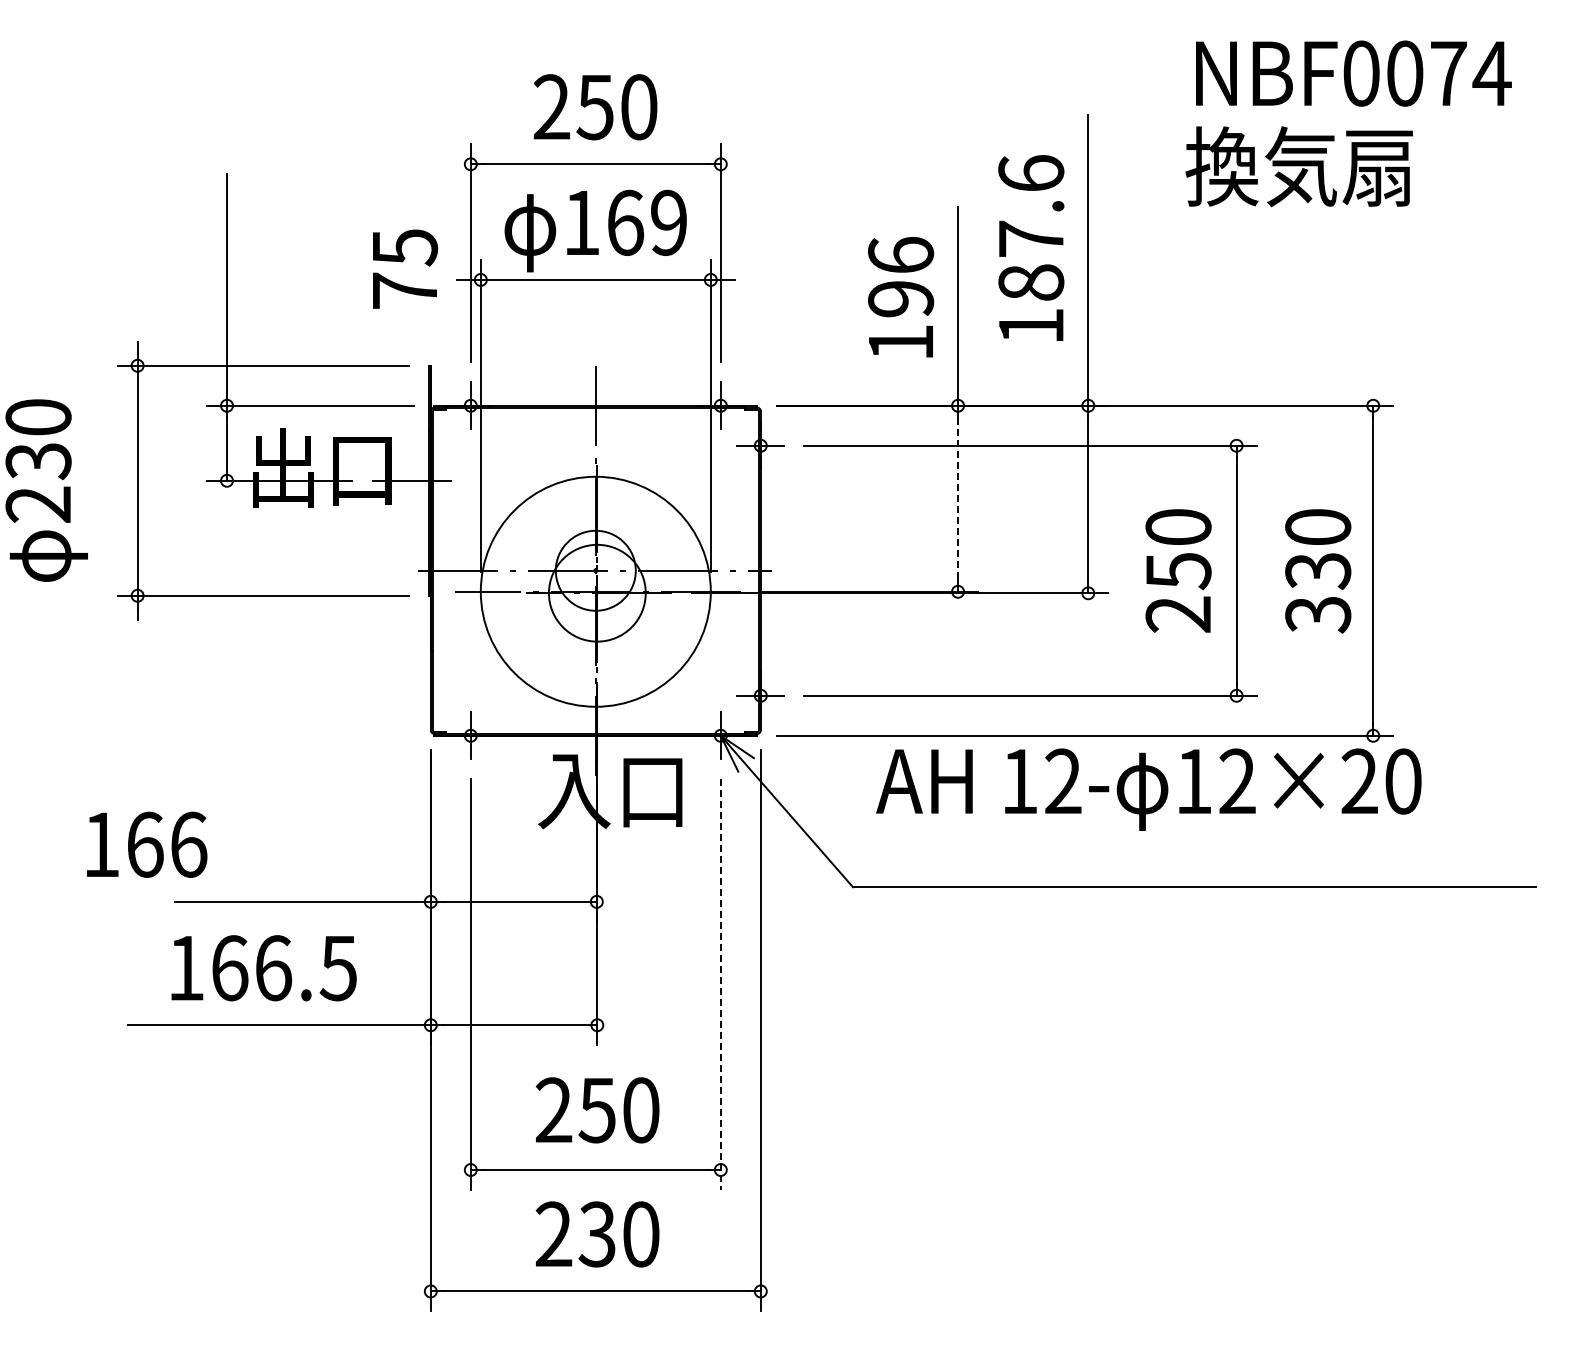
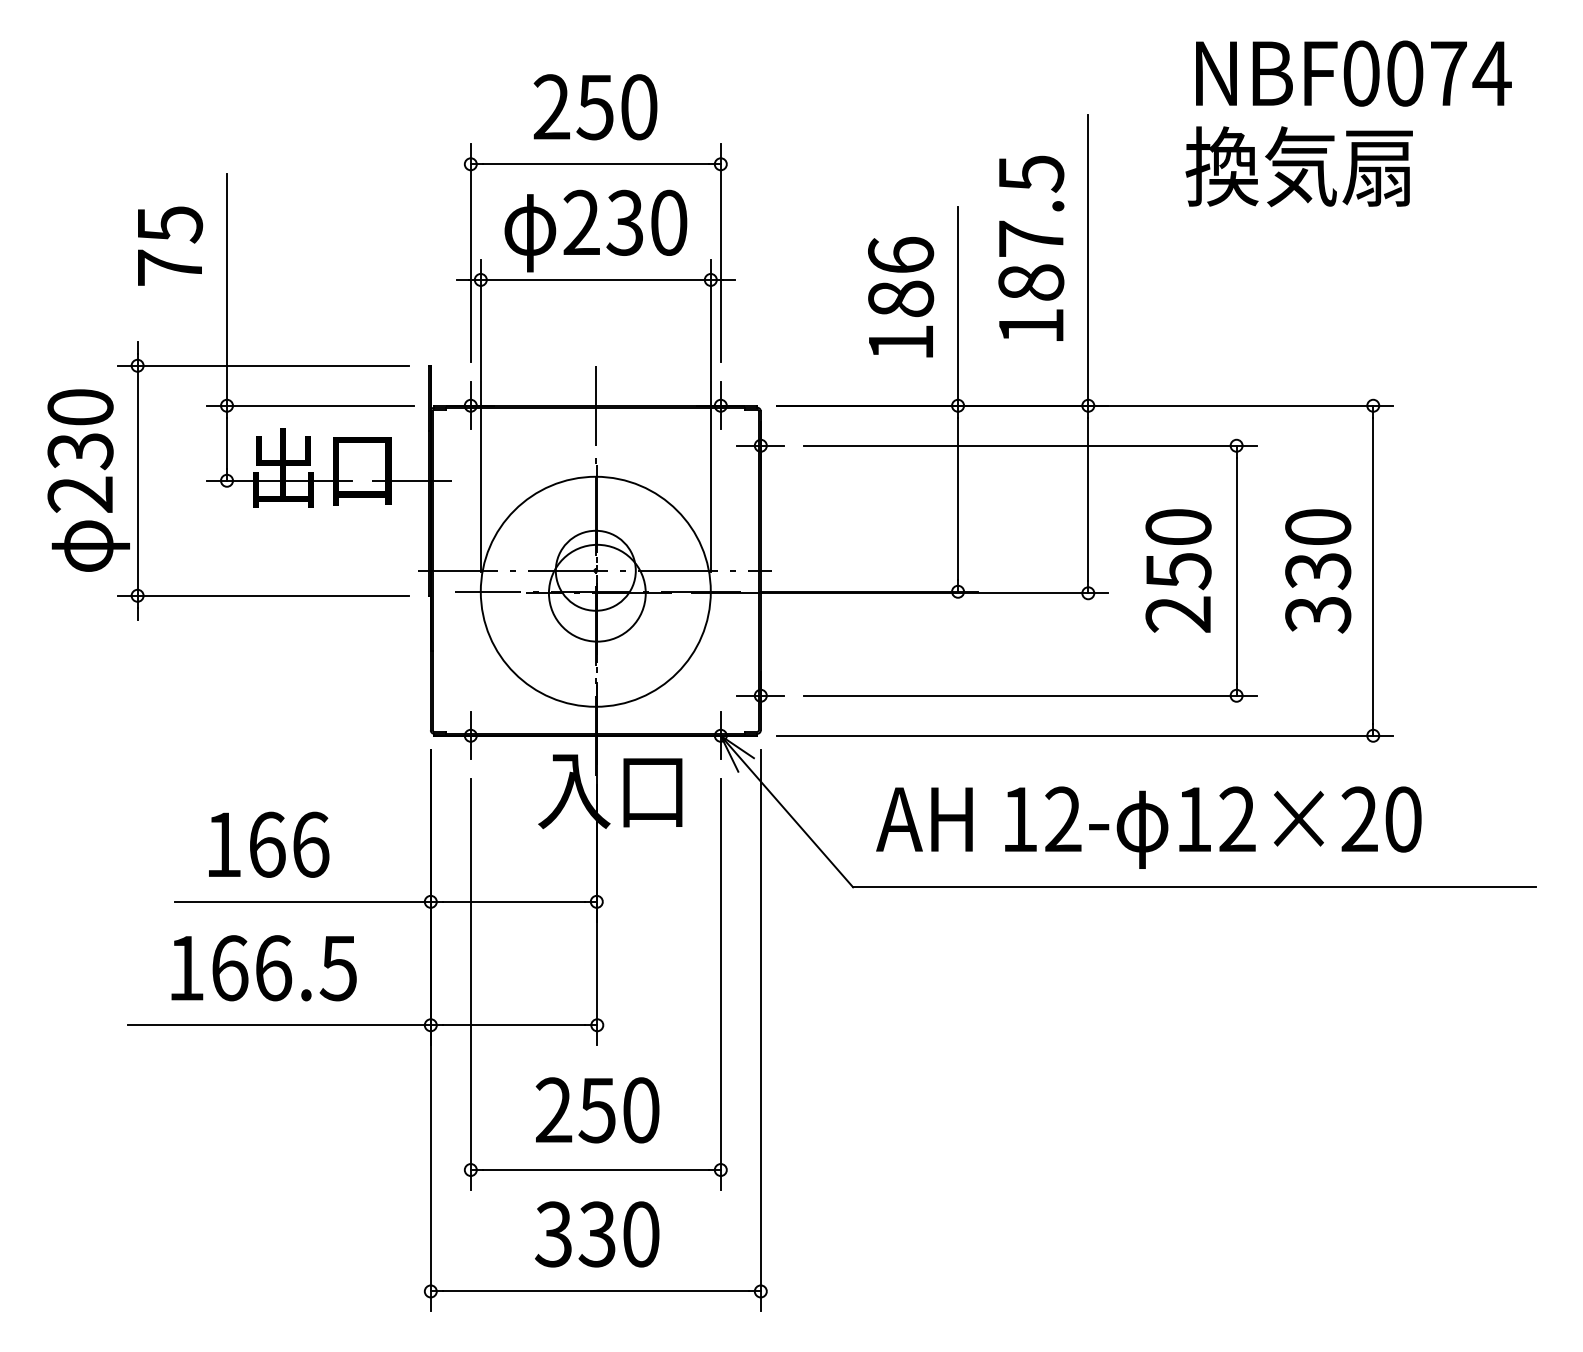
text at (1031, 173): 187.6 -> 187.5
text at (625, 222): 169 -> 230
text at (405, 268) position: (405, 268) -> (170, 245)
text at (901, 298): 196 -> 186
text at (46, 490) position: (46, 490) -> (88, 480)
line at (958, 499): dashed -> solid
text at (1148, 789) position: (1148, 789) -> (1148, 827)
text at (147, 844) position: (147, 844) -> (269, 844)
line at (720, 985): dashed -> solid
text at (553, 1234): 230 -> 330
